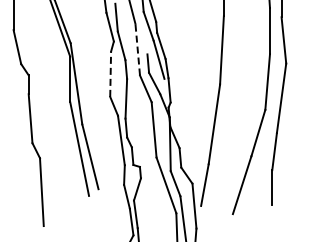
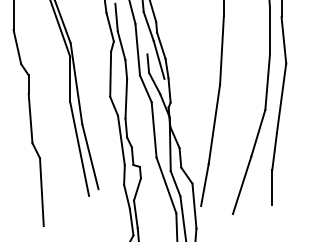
line at (137, 49): dashed -> solid
line at (110, 74): dashed -> solid
